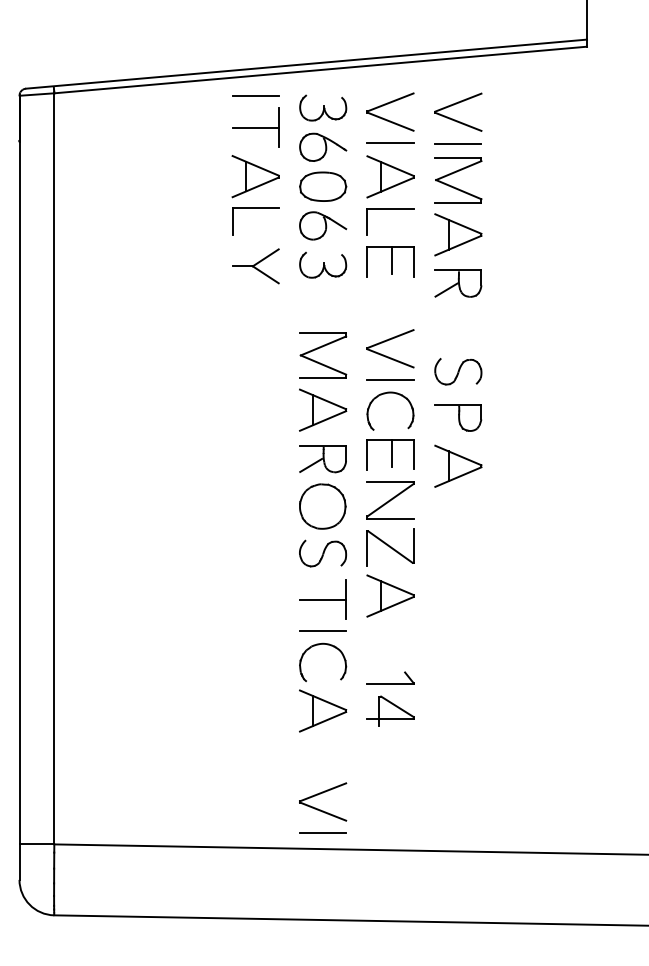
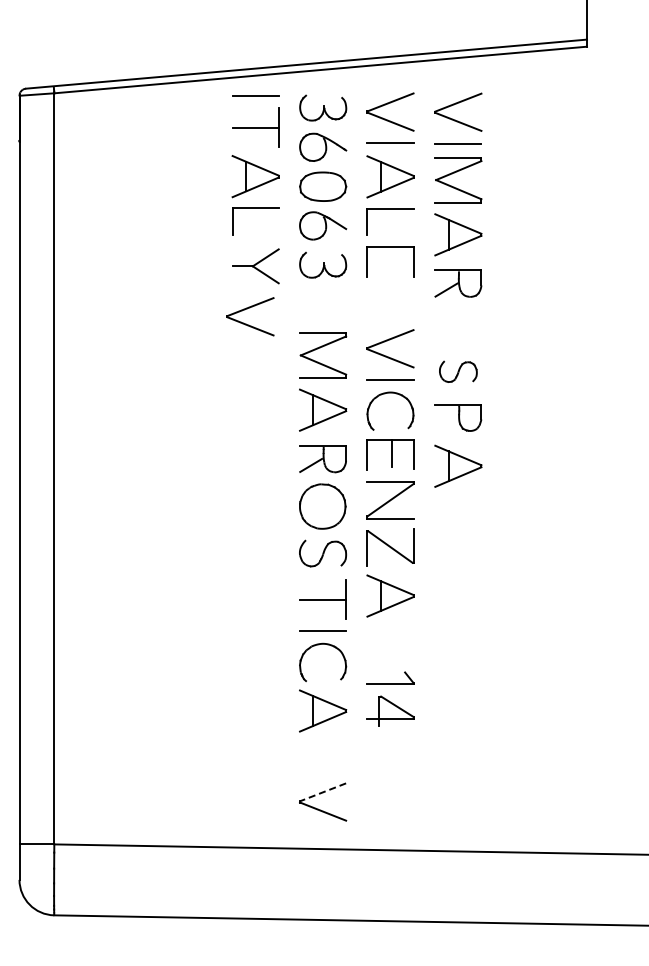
line at (391, 260): present -> none
part at (247, 309): none -> present
part at (458, 371) size: 49x28 px -> 39x23 px
line at (323, 792): solid -> dashed
line at (323, 833): present -> none
